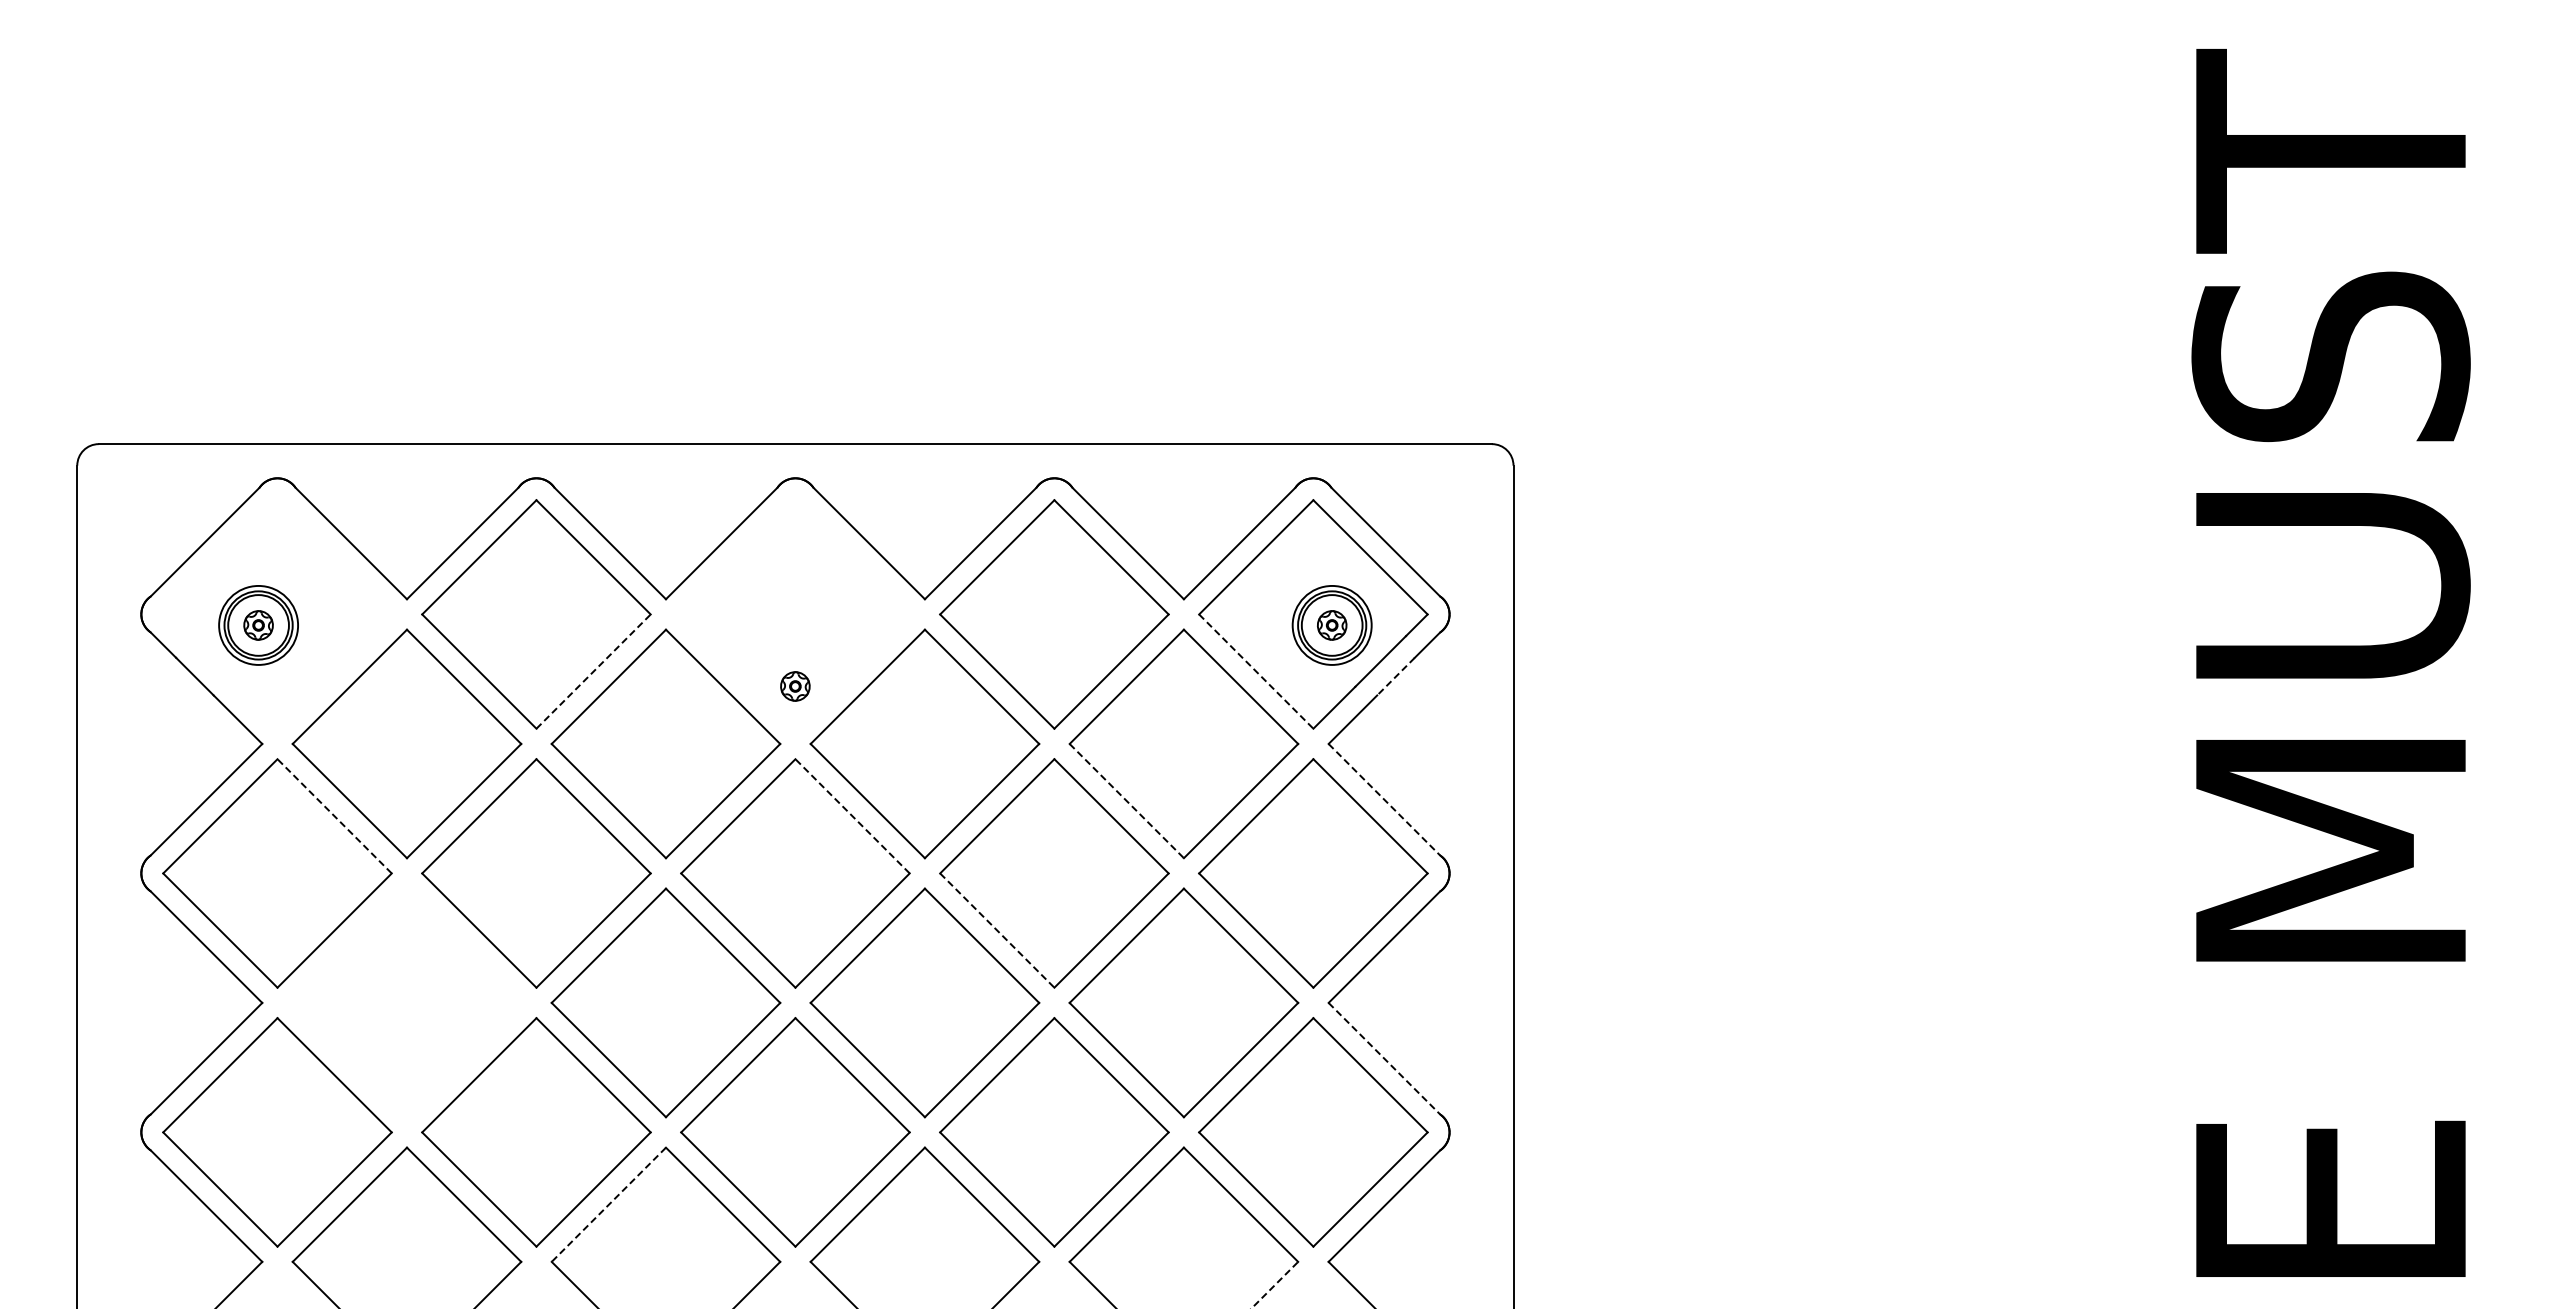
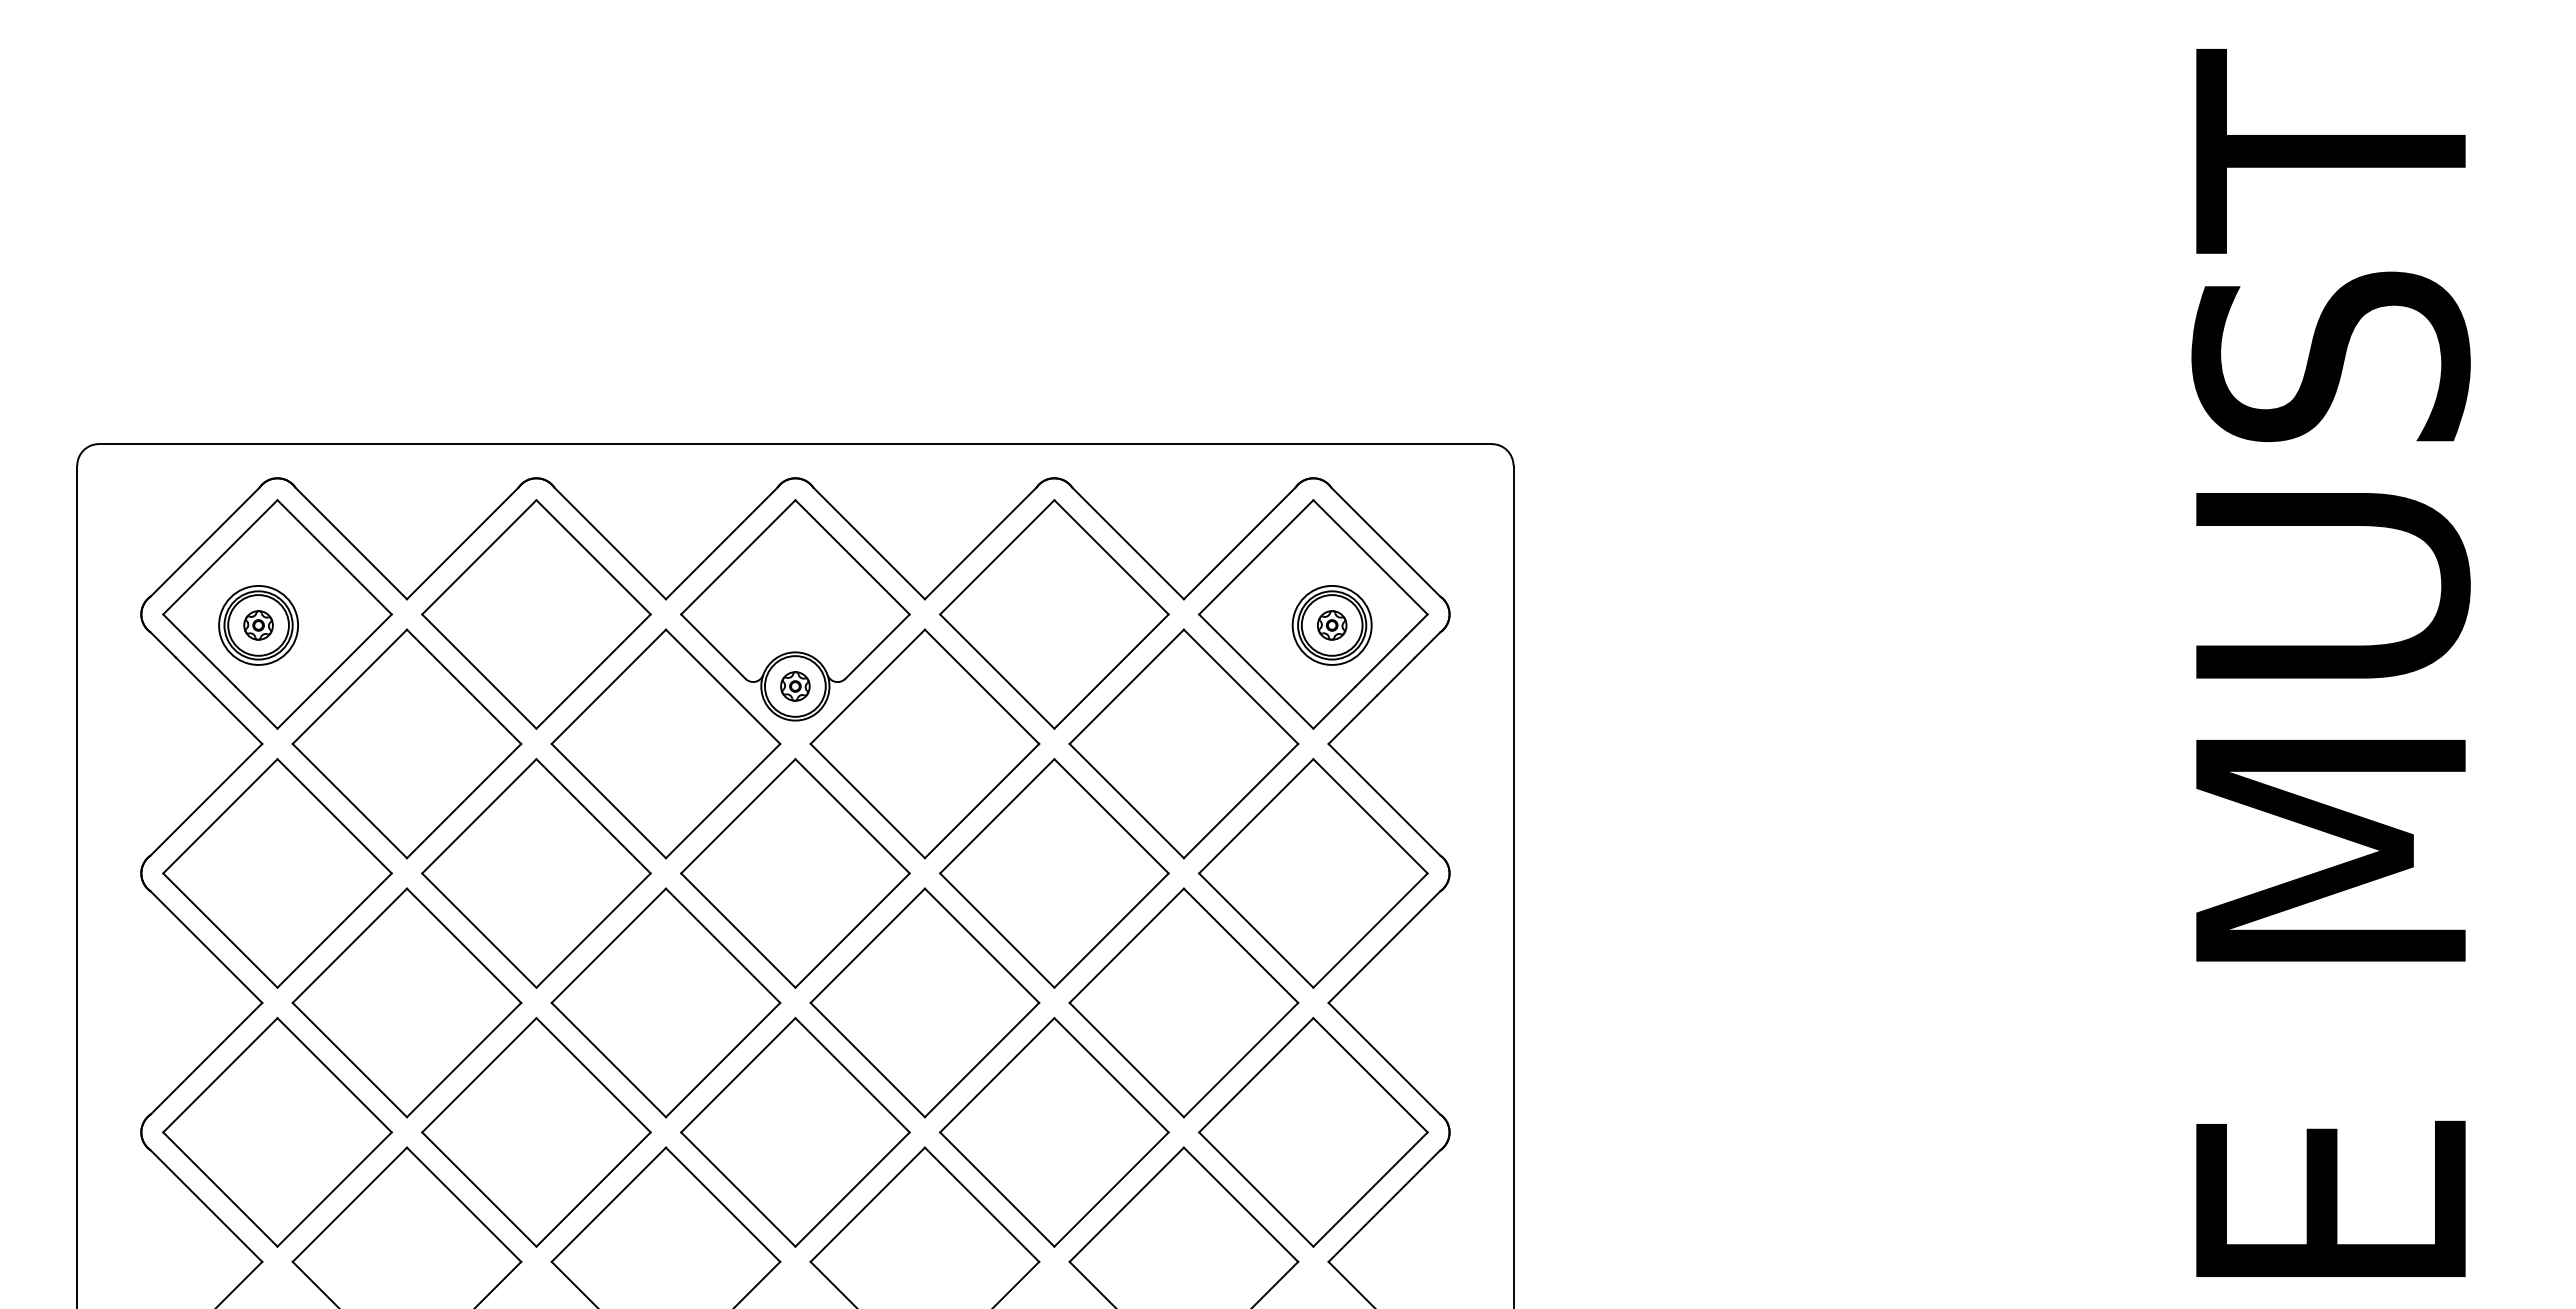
part at (795, 610): none -> present
part at (277, 614): none -> present
line at (593, 671): dashed -> solid
line at (1256, 671): dashed -> solid
line at (1395, 676): dashed -> solid
line at (1384, 799): dashed -> solid
line at (1126, 801): dashed -> solid
line at (334, 816): dashed -> solid
line at (852, 816): dashed -> solid
line at (997, 930): dashed -> solid
part at (406, 1002): none -> present
line at (1384, 1058): dashed -> solid
line at (608, 1204): dashed -> solid
line at (1274, 1285): dashed -> solid
